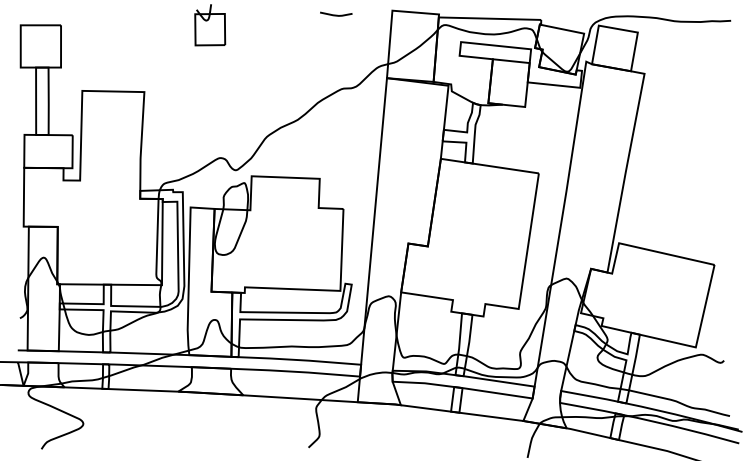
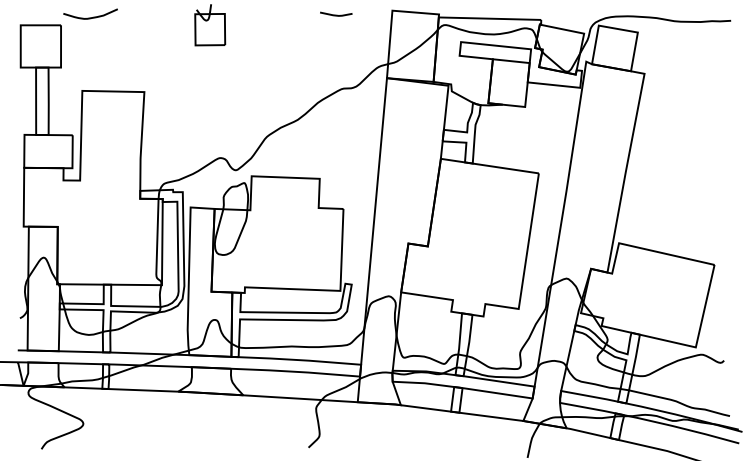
curve at (90, 17): none -> present
